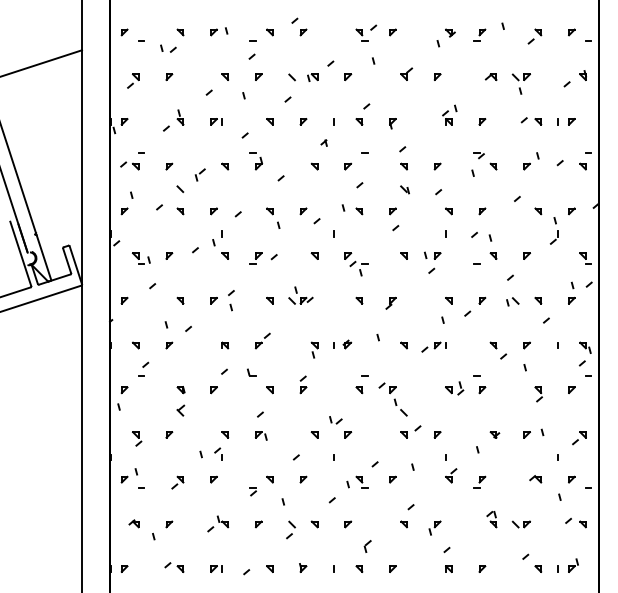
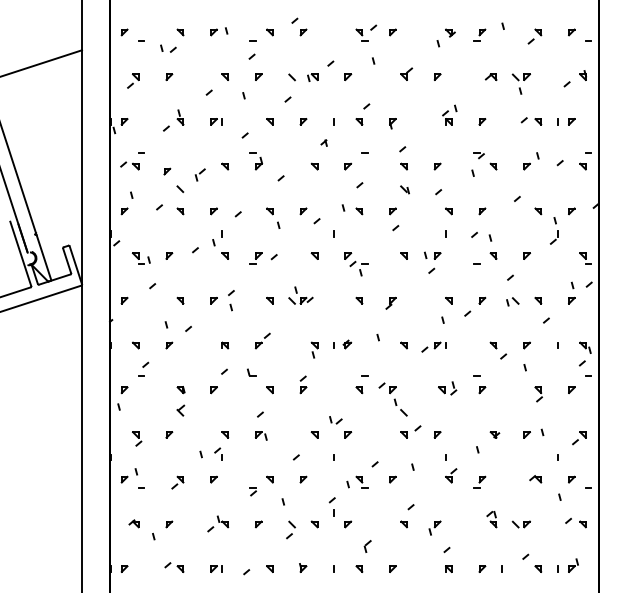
part at (169, 166) position: (169, 166) -> (167, 171)
part at (454, 388) position: (454, 388) -> (447, 388)
line at (333, 512): none -> present
line at (501, 568): none -> present
